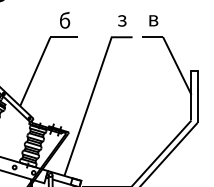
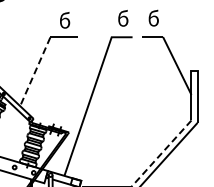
text at (123, 17): з -> б
text at (153, 17): в -> б
line at (35, 71): solid -> dashed
line at (161, 153): solid -> dashed
